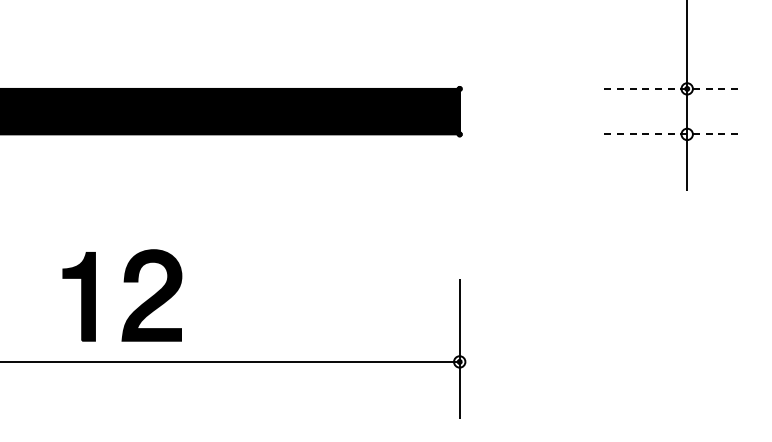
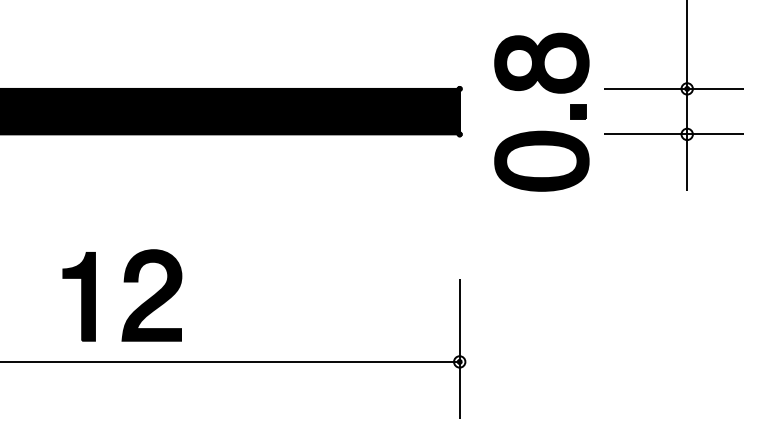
line at (674, 88): dashed -> solid
part at (541, 130): none -> present
line at (674, 134): dashed -> solid
